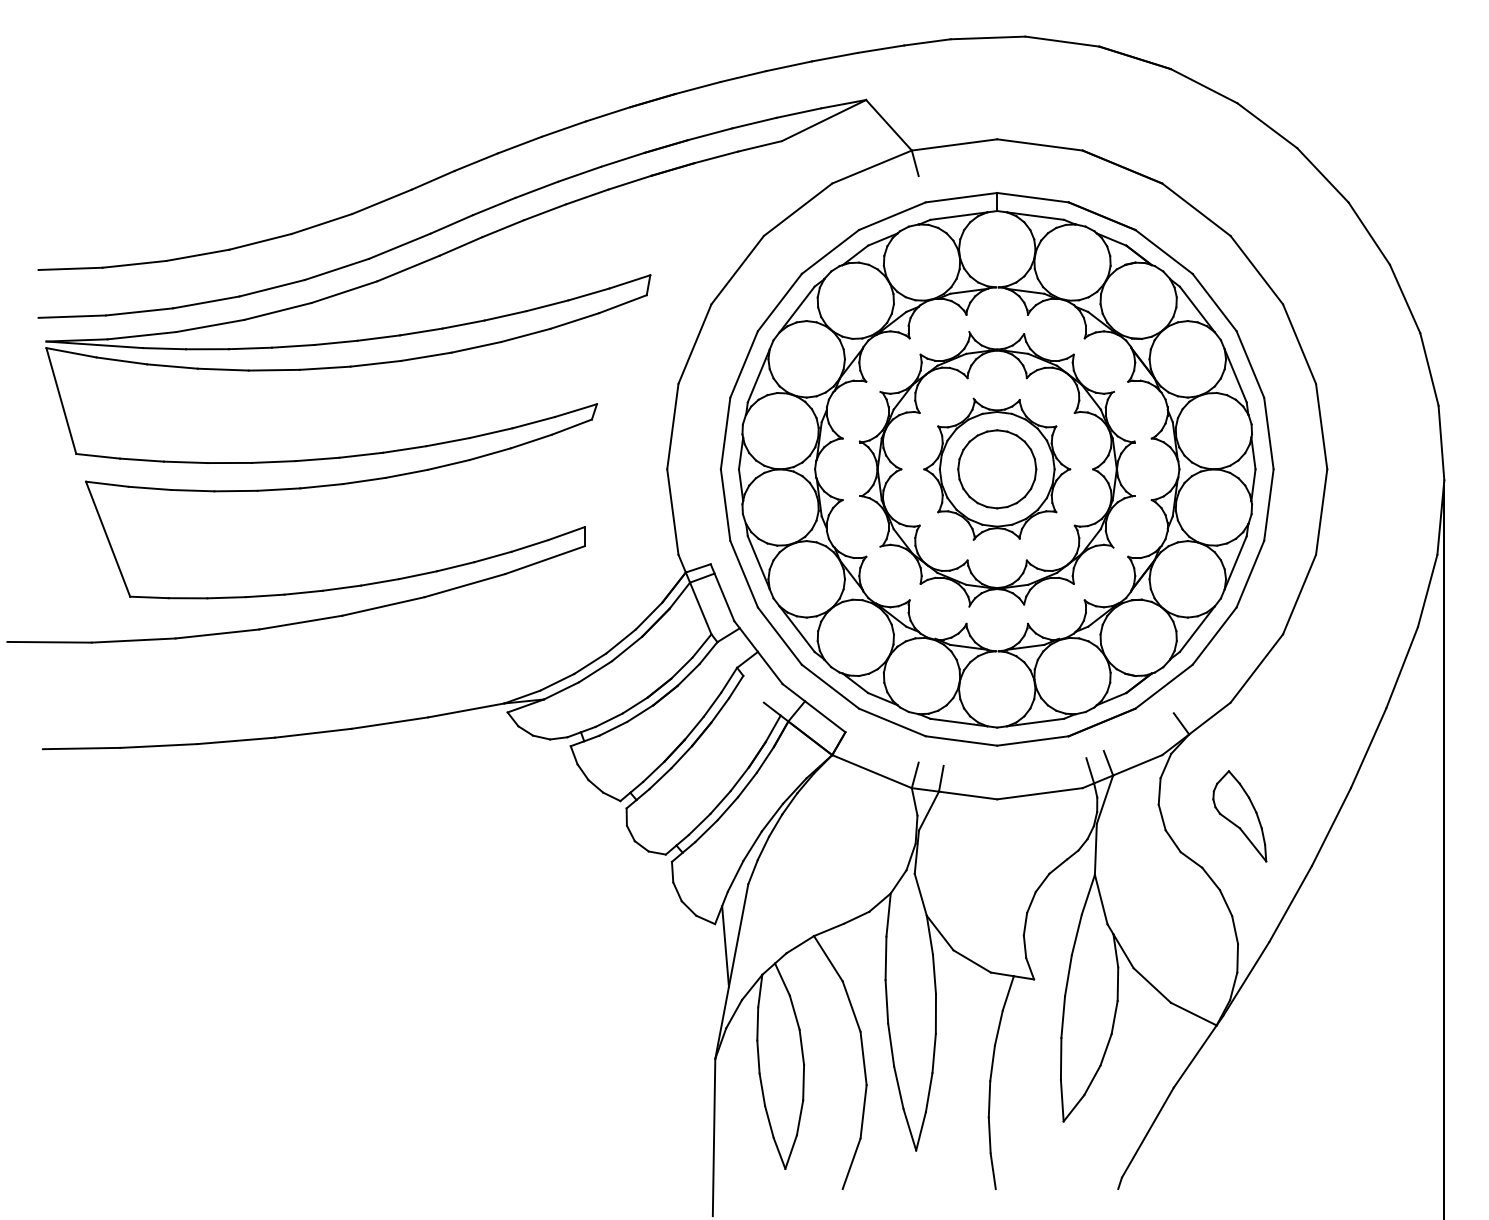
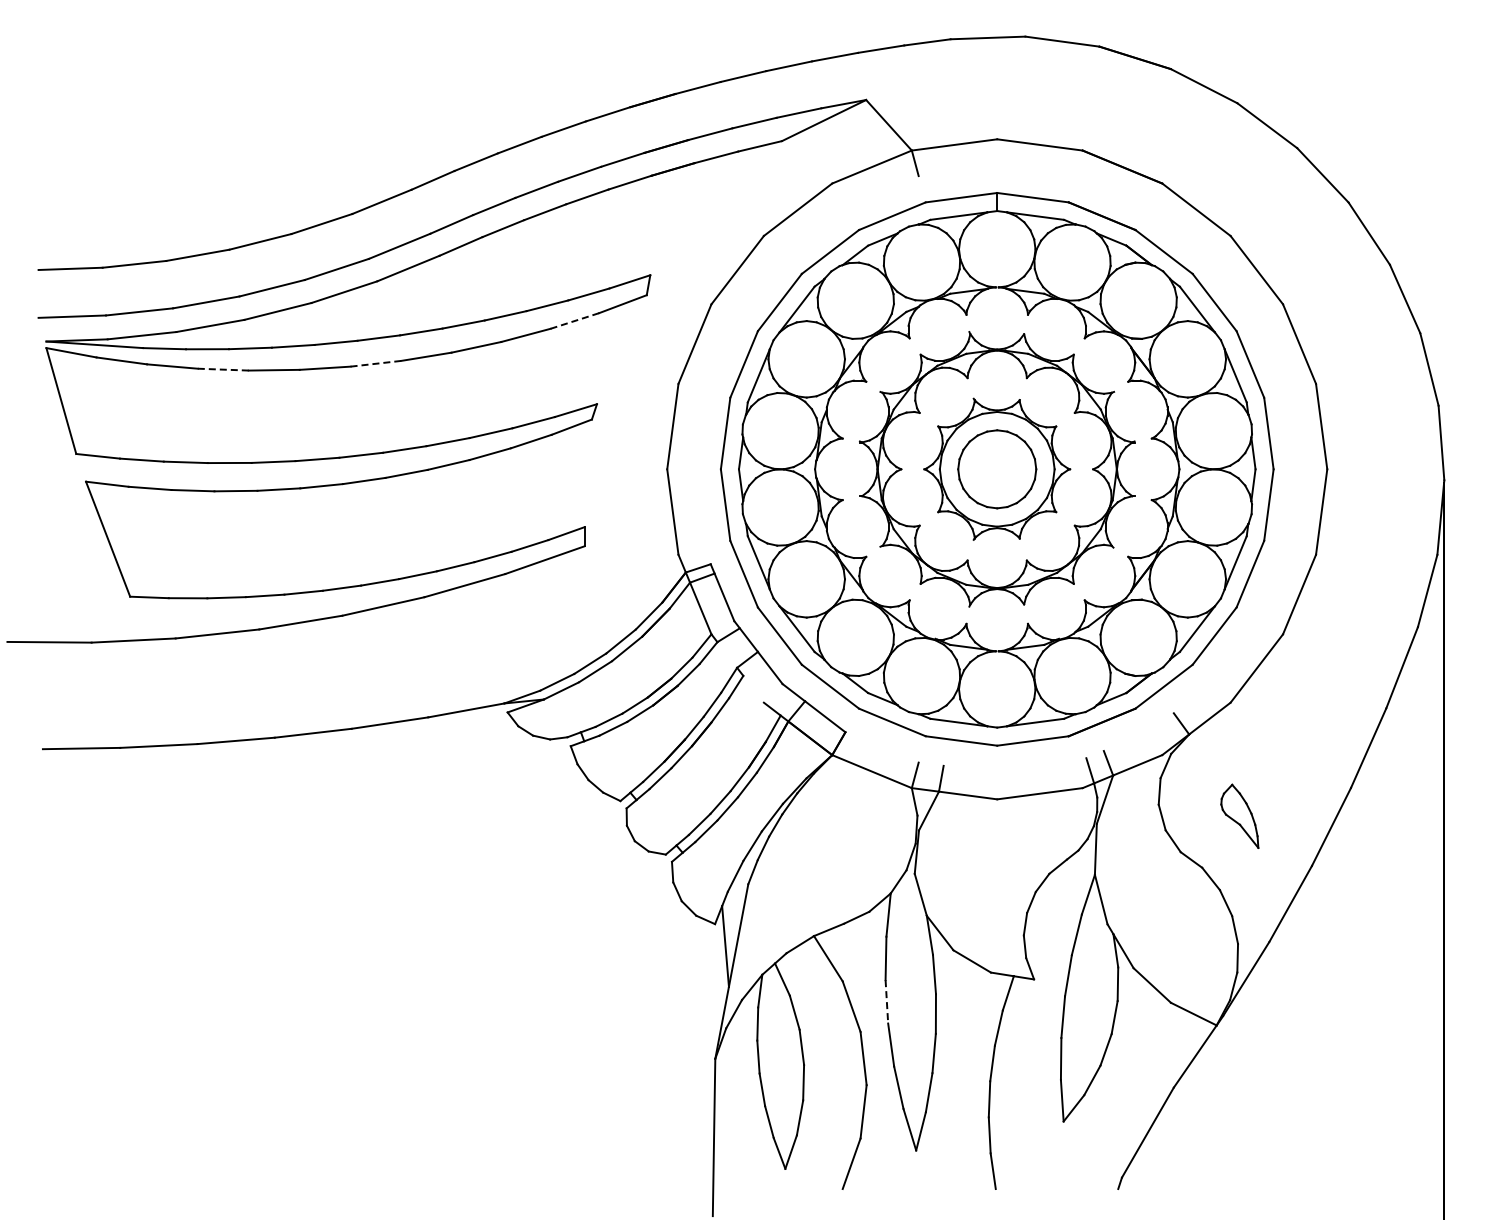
line at (574, 321): solid -> dashed
line at (376, 363): solid -> dashed
line at (223, 369): solid -> dashed
part at (1239, 816) size: 56x93 px -> 40x66 px
line at (886, 1001): solid -> dashed
